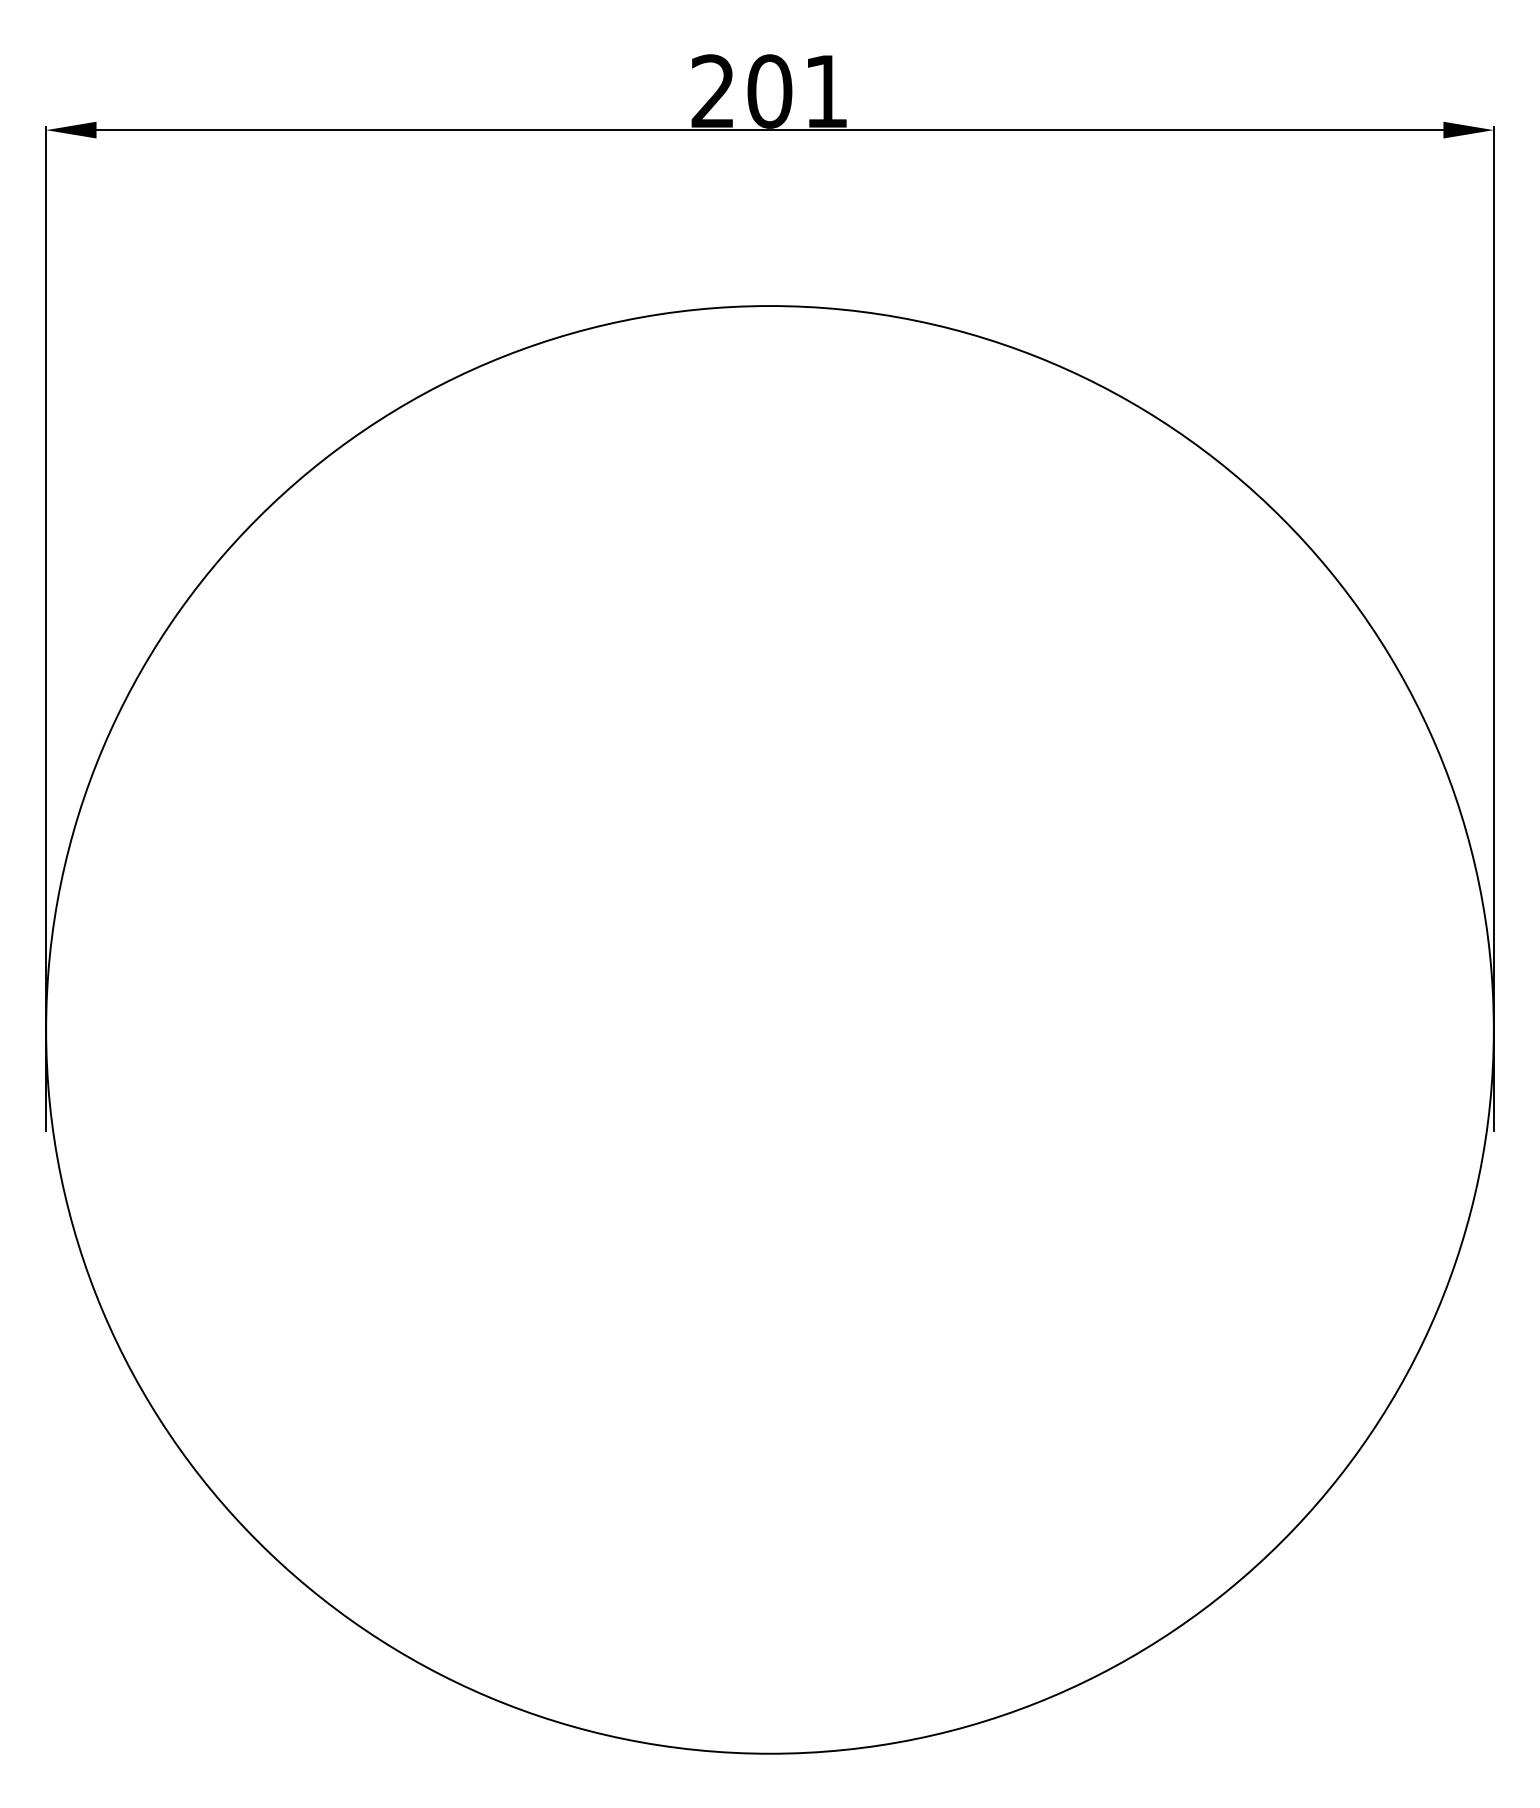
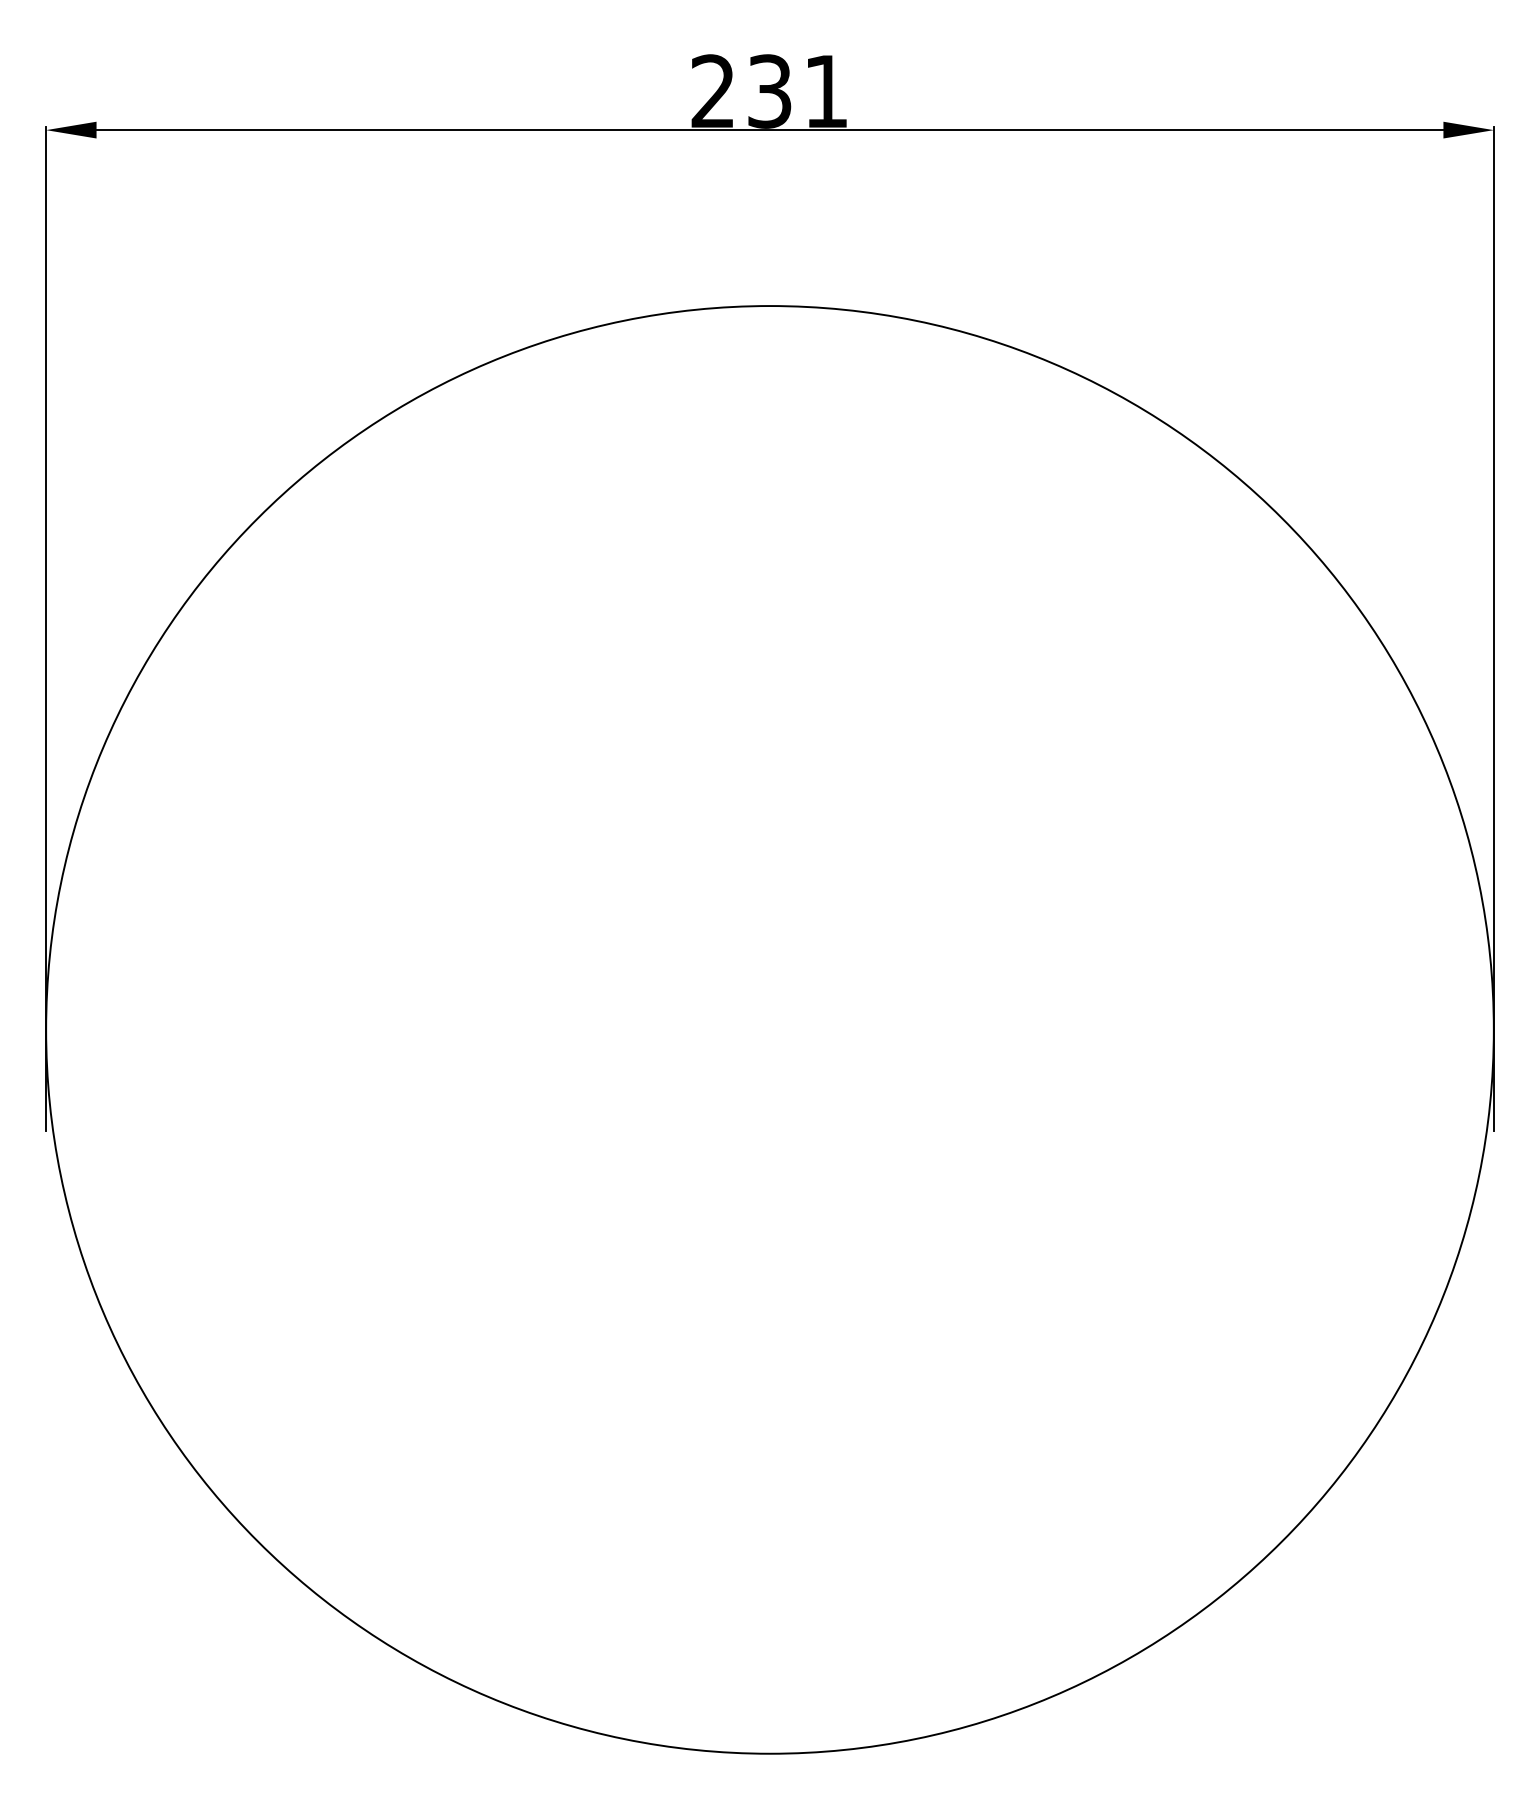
text at (769, 91): 201 -> 231
